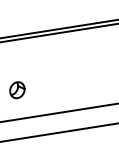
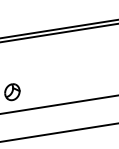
part at (17, 90) position: (17, 90) -> (12, 92)
line at (58, 112) position: (58, 112) -> (58, 104)
